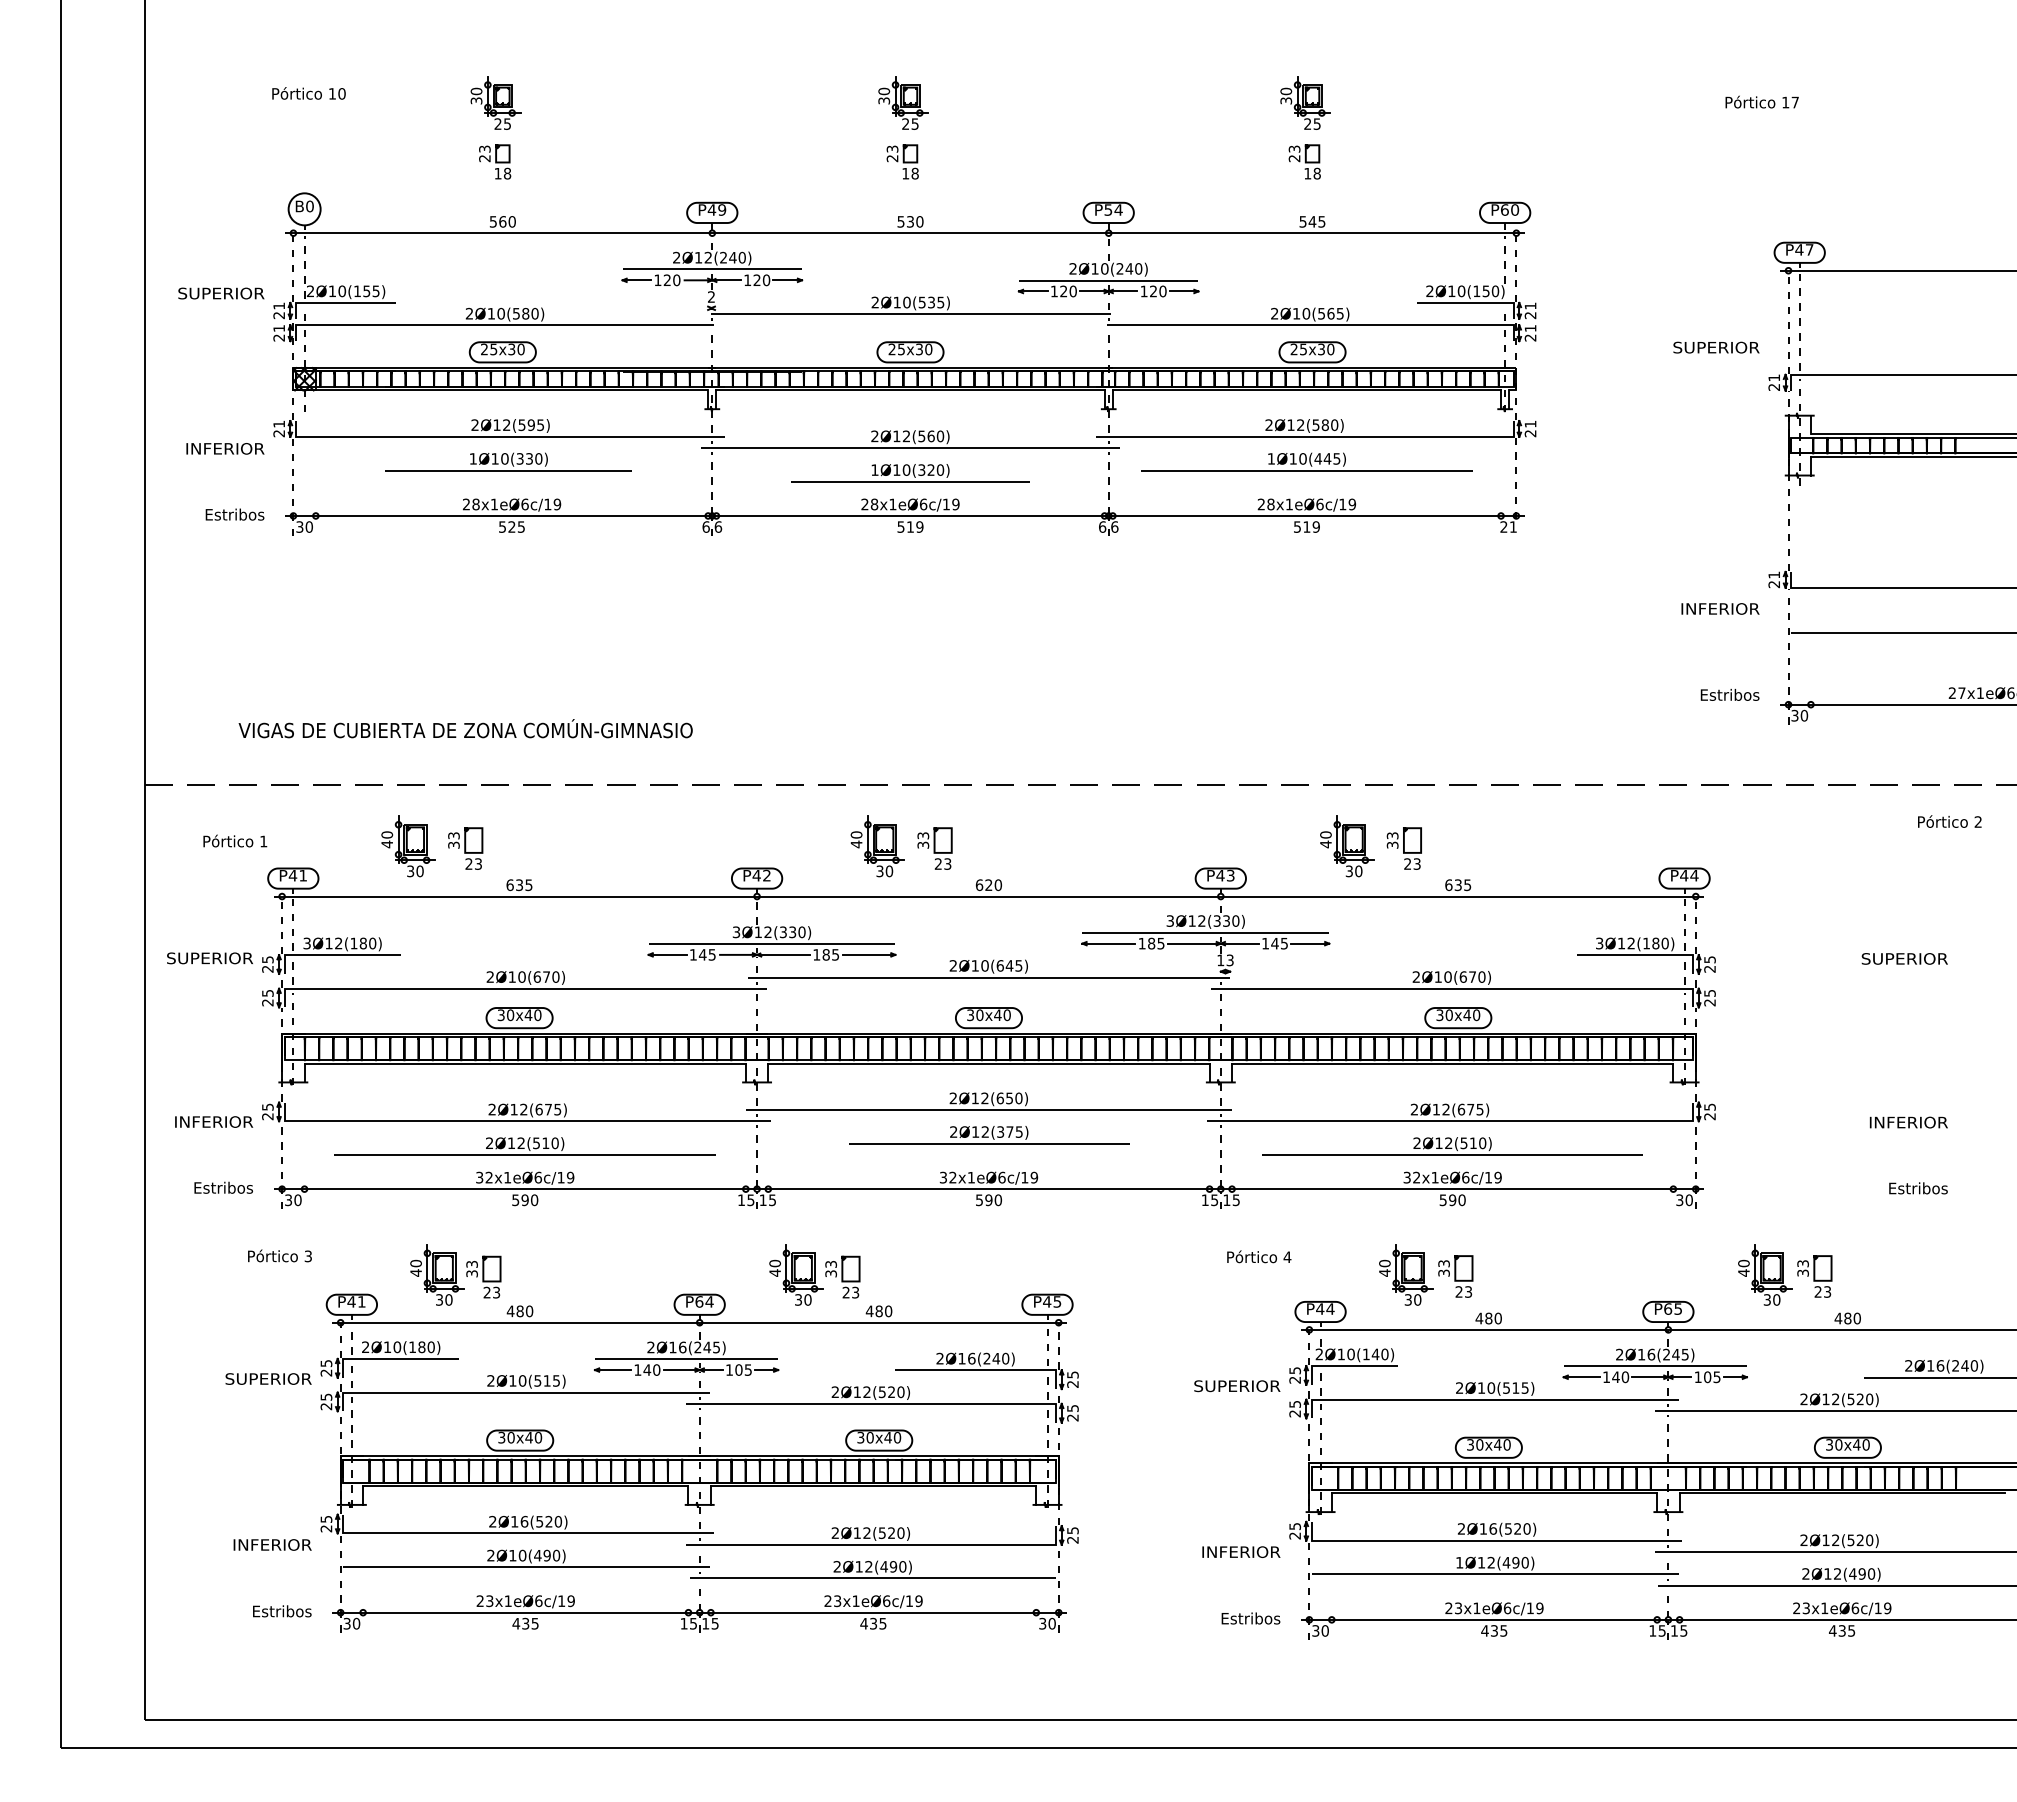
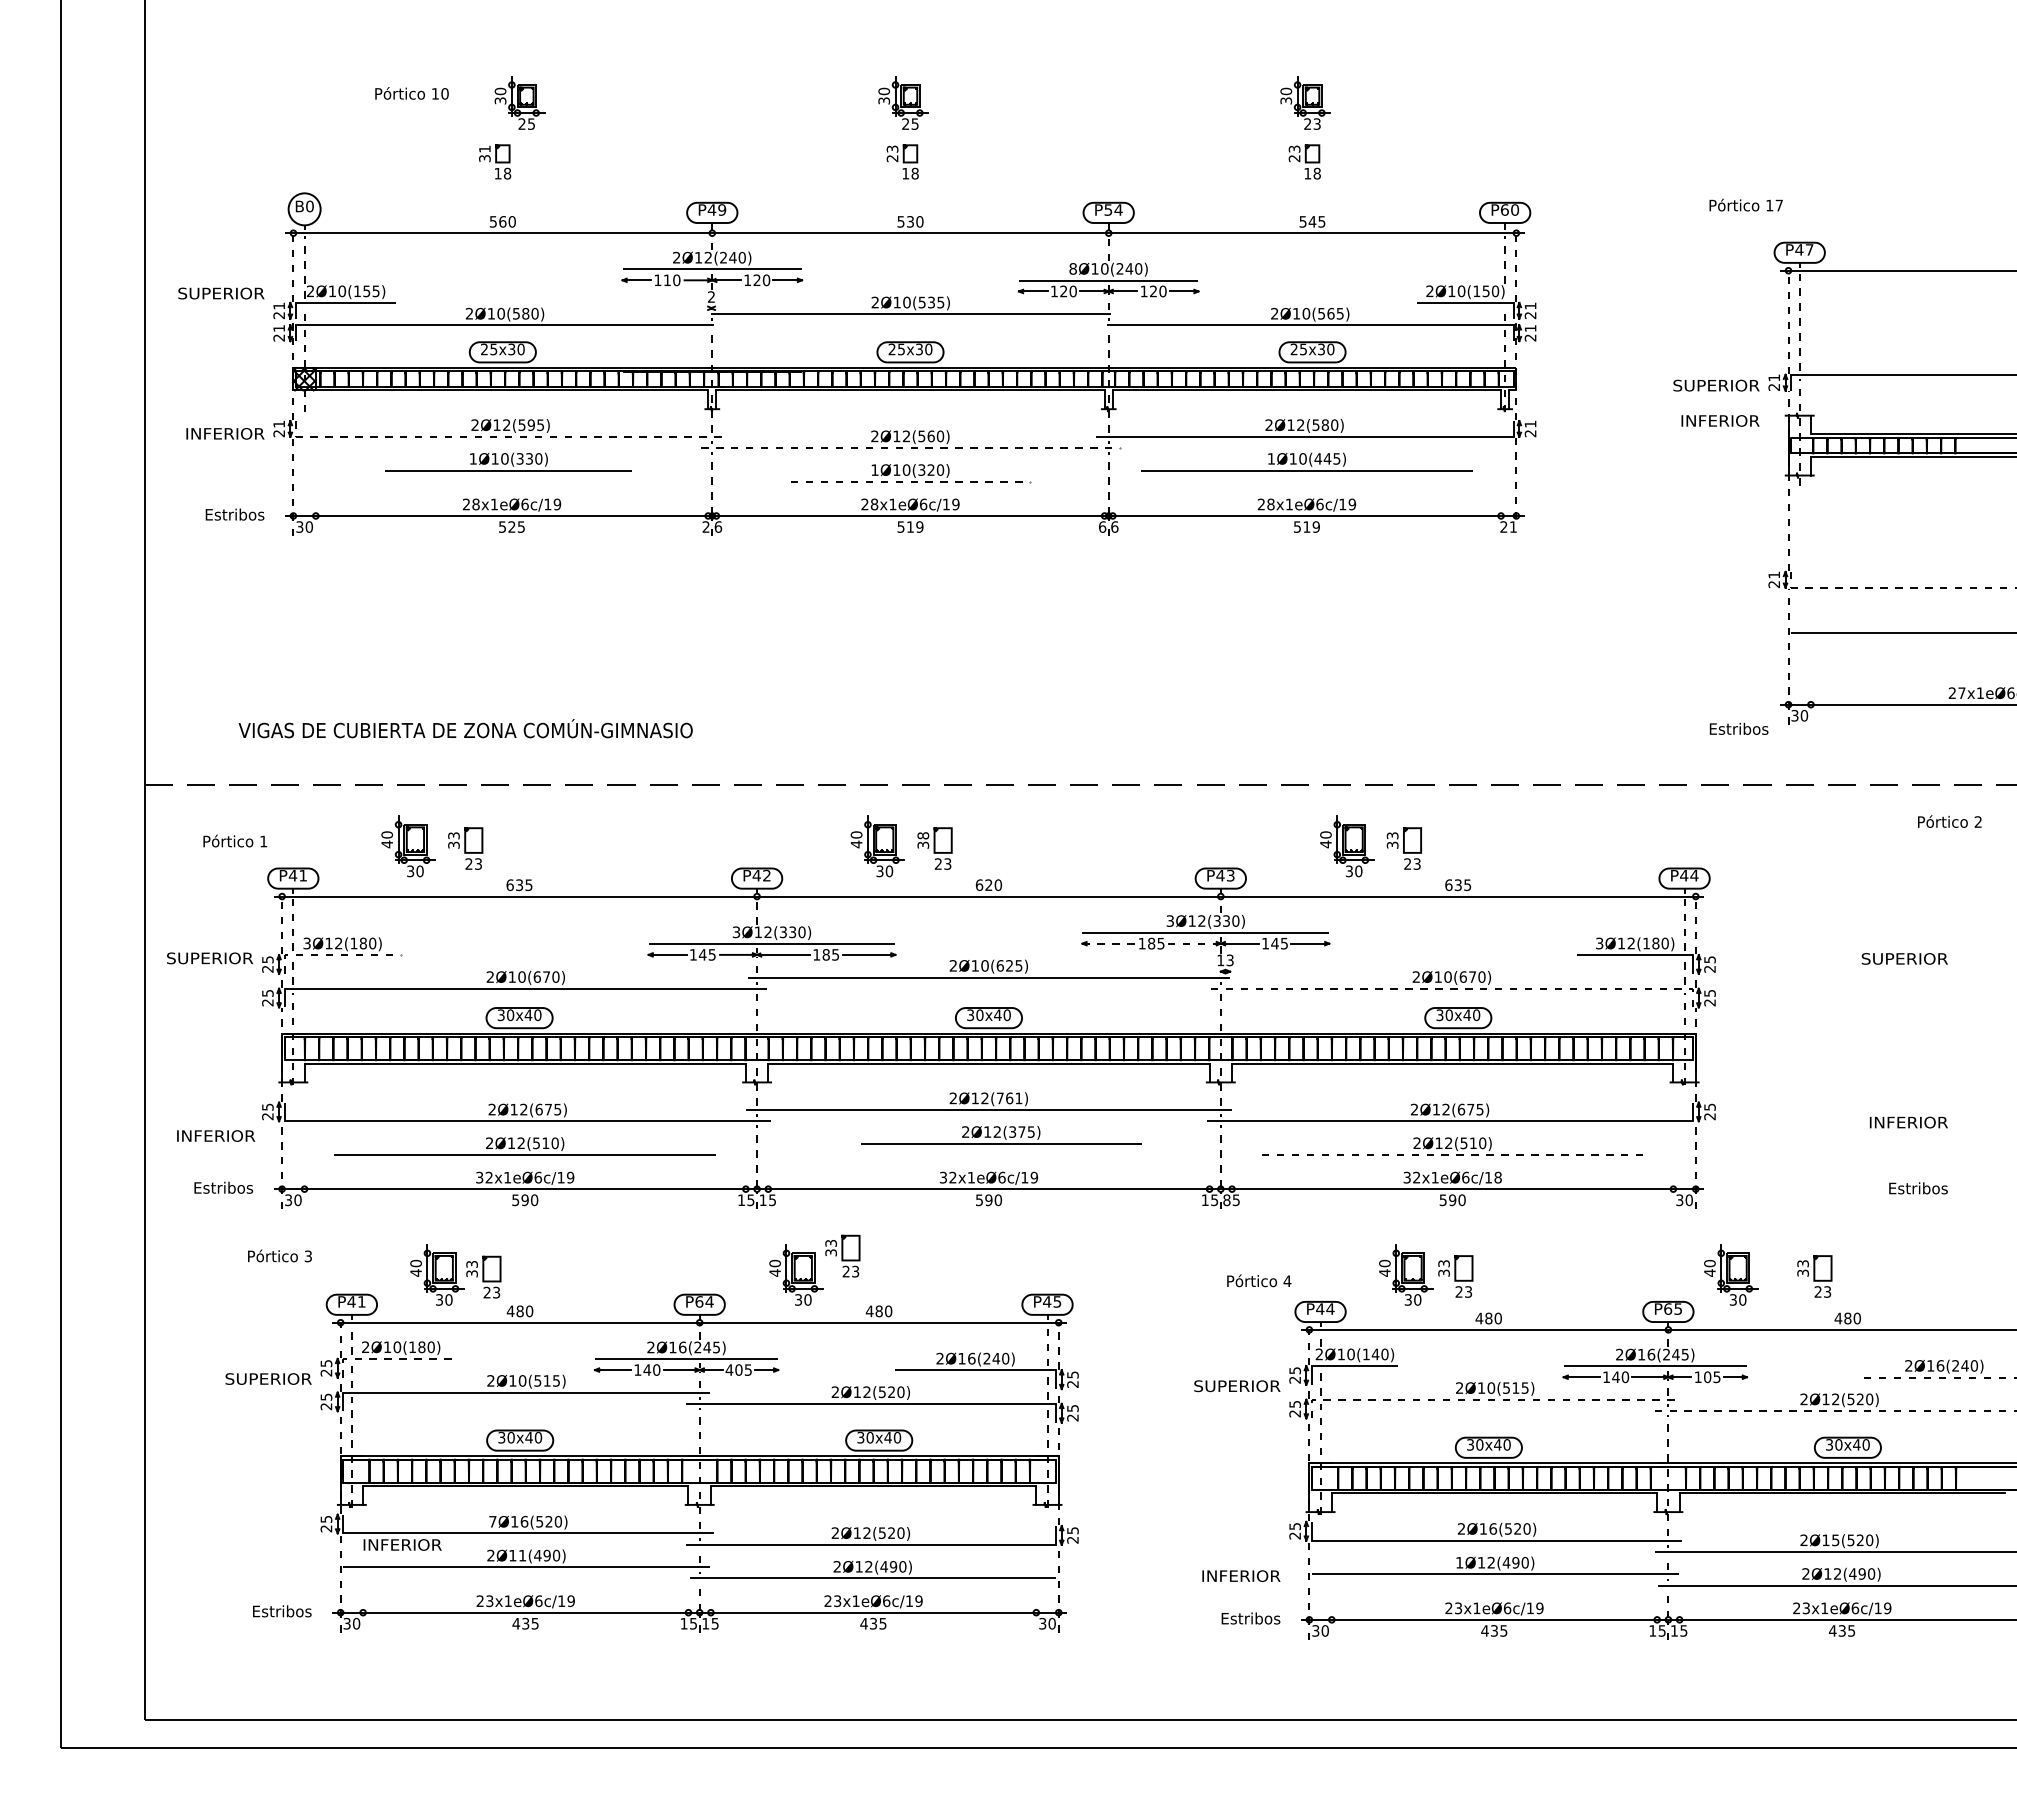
text at (308, 93) position: (308, 93) -> (411, 93)
text at (1761, 101) position: (1761, 101) -> (1745, 204)
part at (495, 102) position: (495, 102) -> (519, 102)
text at (1317, 123): 25 -> 23
text at (484, 153): 23 -> 31
text at (1072, 268): 2Ø10 -> 8Ø10
text at (666, 279): 120 -> 110
text at (1716, 347) position: (1716, 347) -> (1716, 385)
line at (502, 436): solid -> dashed
text at (225, 448) position: (225, 448) -> (225, 433)
line at (911, 448): solid -> dashed
line at (910, 481): solid -> dashed
text at (705, 526): 6 -> 2
line at (1895, 587): solid -> dashed
text at (1720, 608) position: (1720, 608) -> (1720, 420)
text at (1729, 694) position: (1729, 694) -> (1738, 728)
text at (923, 835): 33 -> 38
line at (1109, 943): solid -> dashed
line at (1194, 943): solid -> dashed
line at (332, 955): solid -> dashed
text at (1009, 965): (645) -> (625)
line at (1462, 988): solid -> dashed
text at (1009, 1098): (650) -> (761)
text at (214, 1121) position: (214, 1121) -> (216, 1135)
part at (989, 1135) position: (989, 1135) -> (1001, 1135)
line at (1452, 1154): solid -> dashed
text at (1497, 1177): 32x1eØ6c/19 -> 32x1eØ6c/18
text at (1226, 1200): 15 -> 85
text at (1259, 1256) position: (1259, 1256) -> (1259, 1280)
part at (1765, 1274) position: (1765, 1274) -> (1731, 1274)
part at (842, 1276) position: (842, 1276) -> (842, 1255)
line at (391, 1358): solid -> dashed
text at (729, 1369): 105 -> 405
line at (1940, 1377): solid -> dashed
line at (1485, 1399): solid -> dashed
line at (1836, 1411): solid -> dashed
text at (492, 1521): 2Ø16 -> 7Ø16
text at (1835, 1540): 2Ø12 -> 2Ø15
text at (272, 1544) position: (272, 1544) -> (402, 1544)
text at (1241, 1551) position: (1241, 1551) -> (1241, 1575)
text at (522, 1555): 2Ø10 -> 2Ø11
